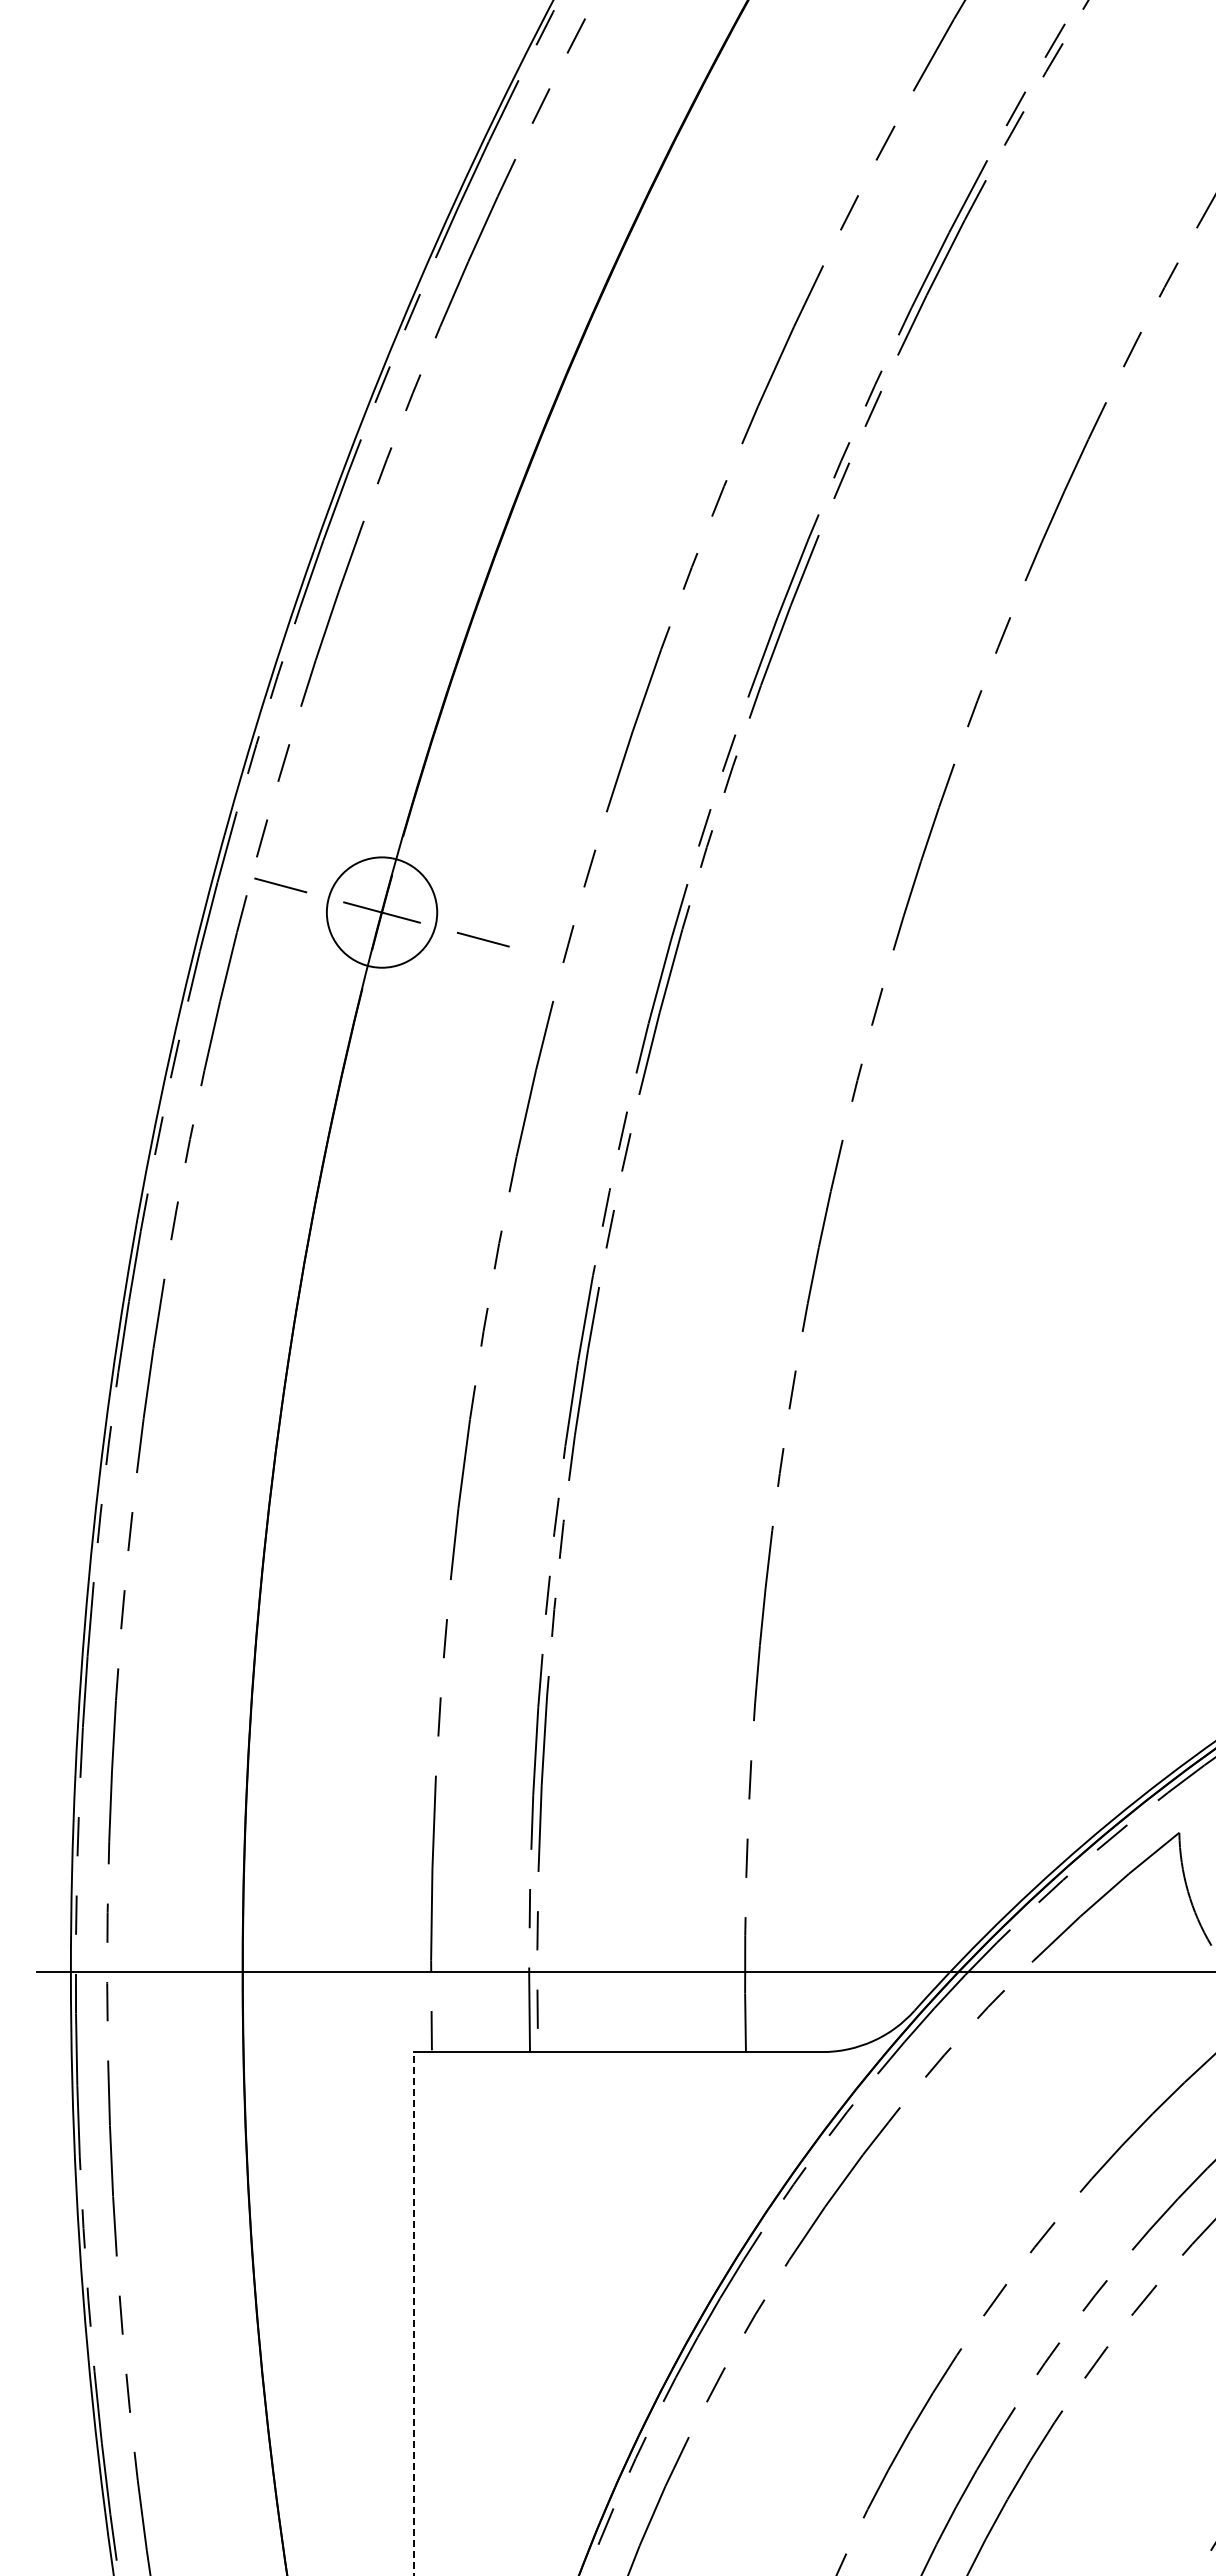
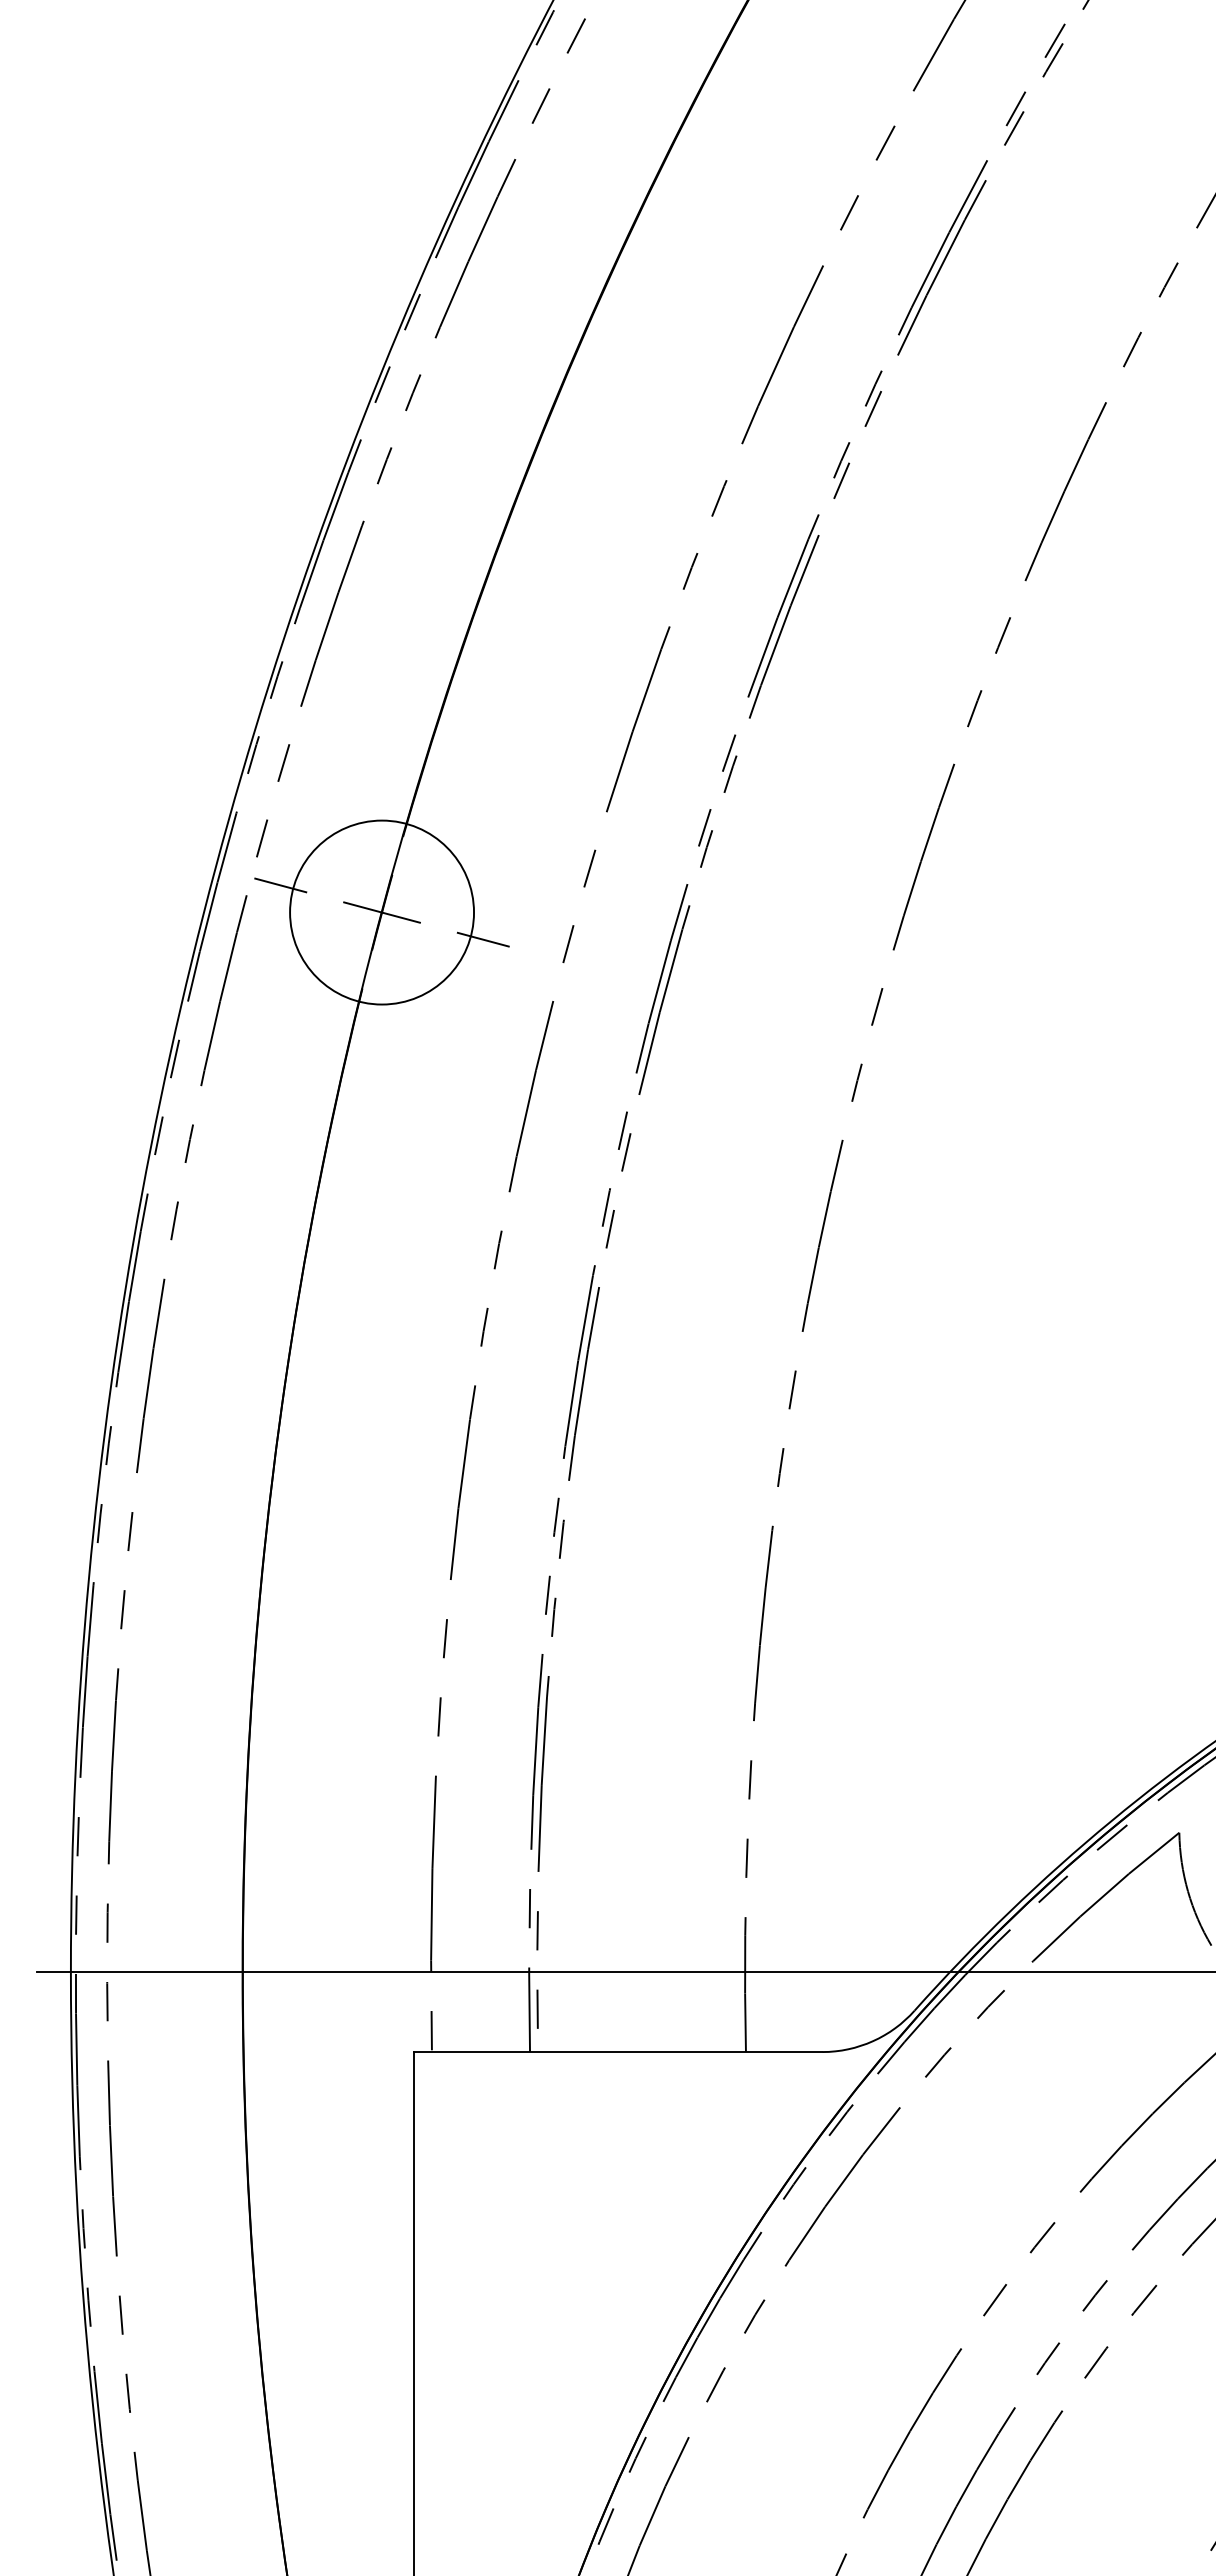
circle at (381, 912) diameter: 110 px -> 184 px
line at (414, 2313): dashed -> solid
